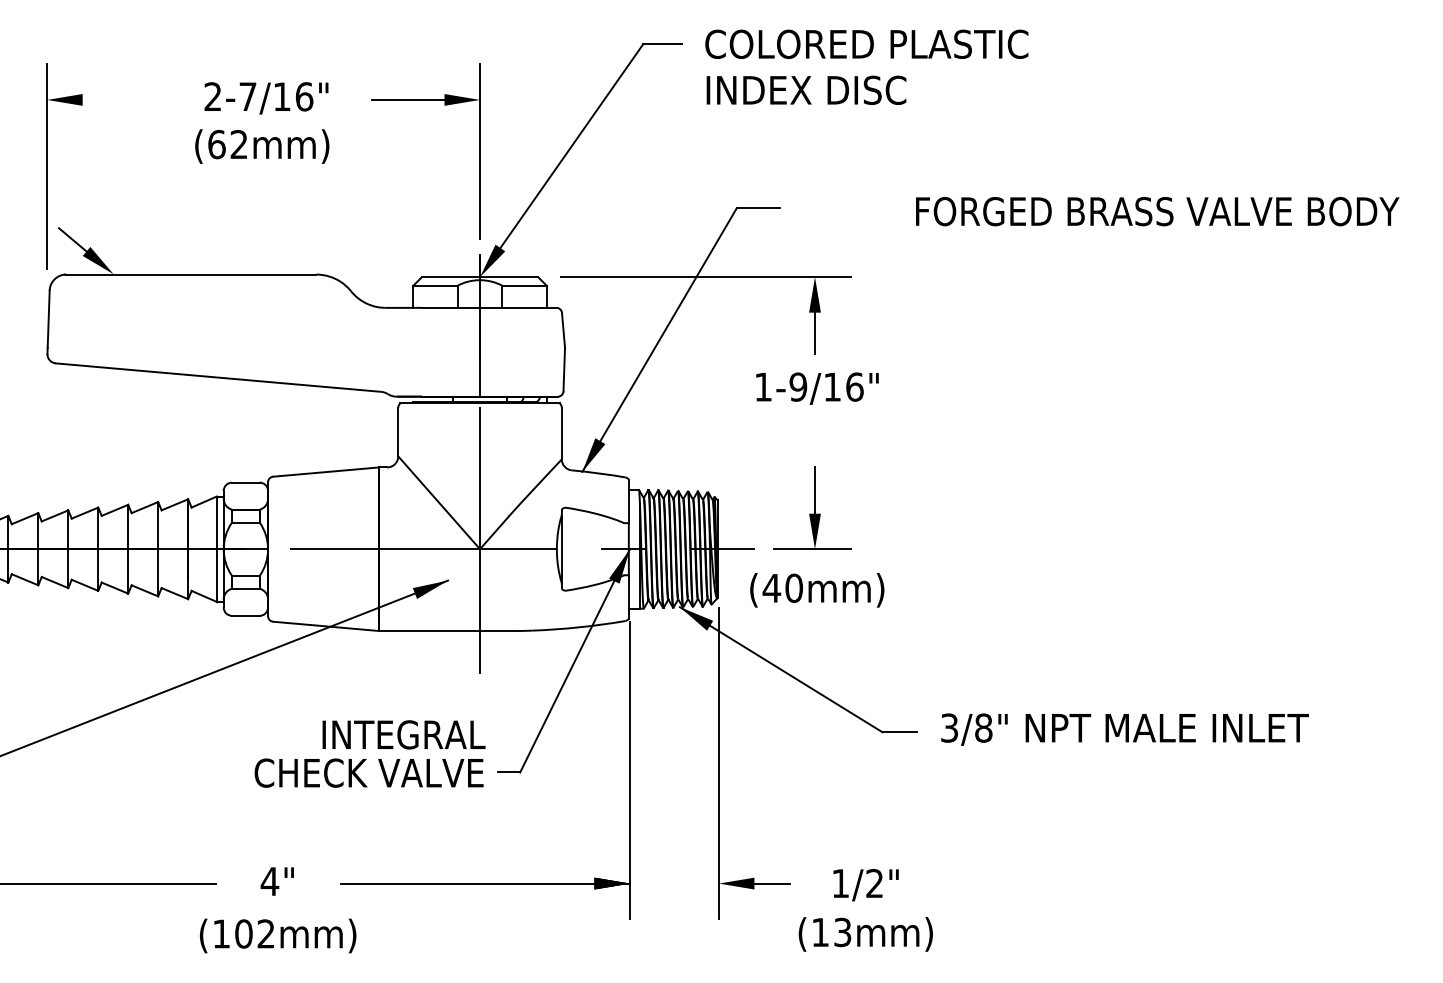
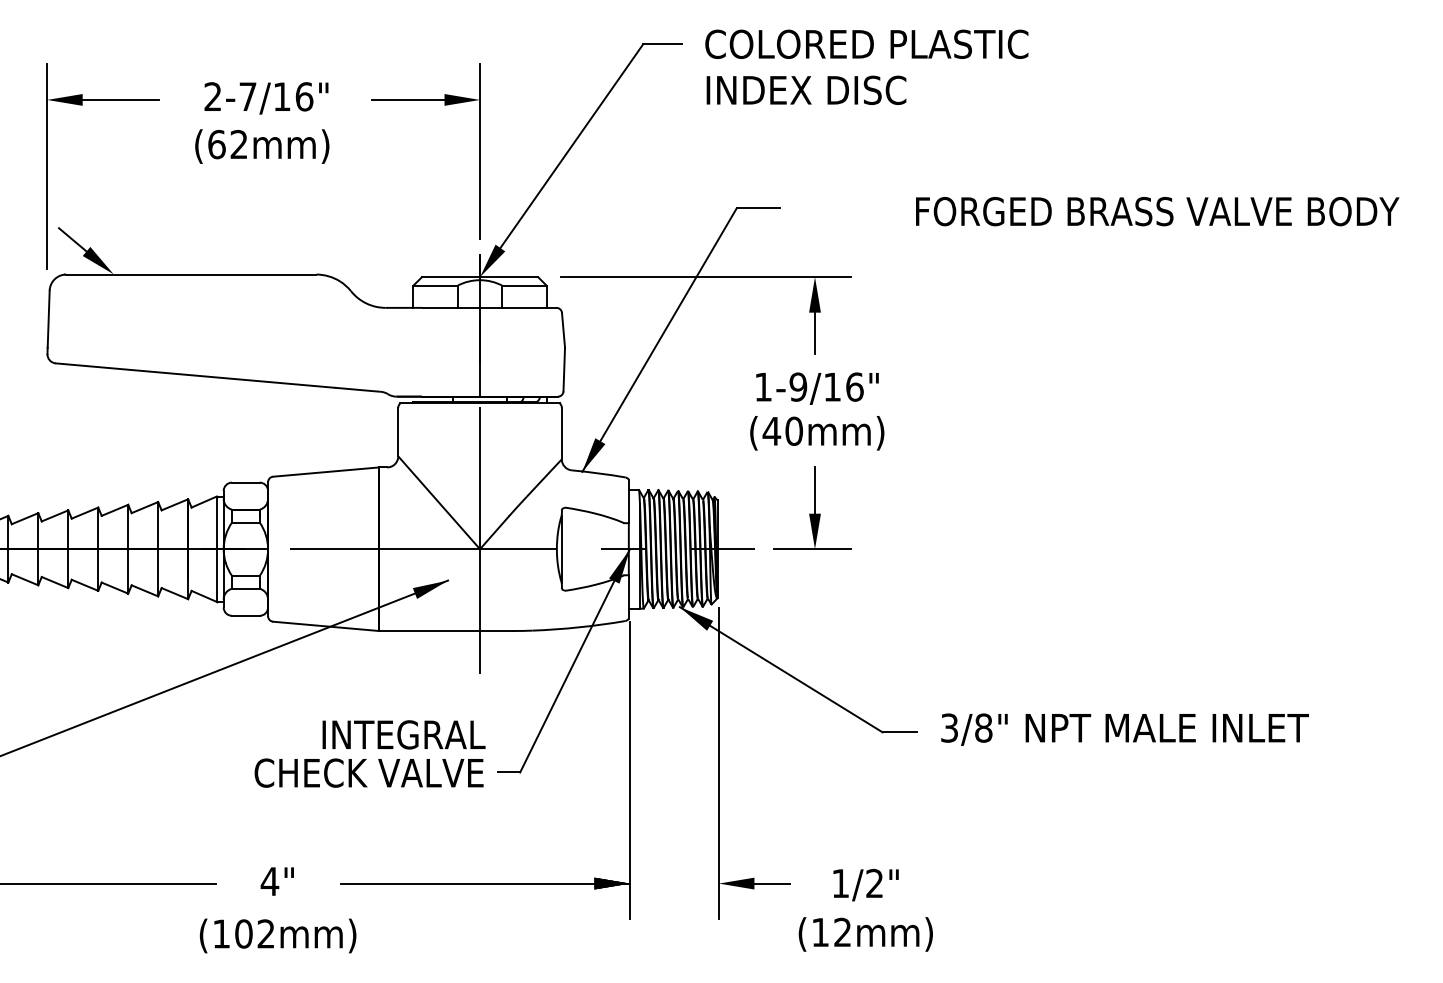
line at (120, 99): none -> present
text at (817, 590) position: (817, 590) -> (817, 433)
text at (842, 932): (13mm) -> (12mm)
